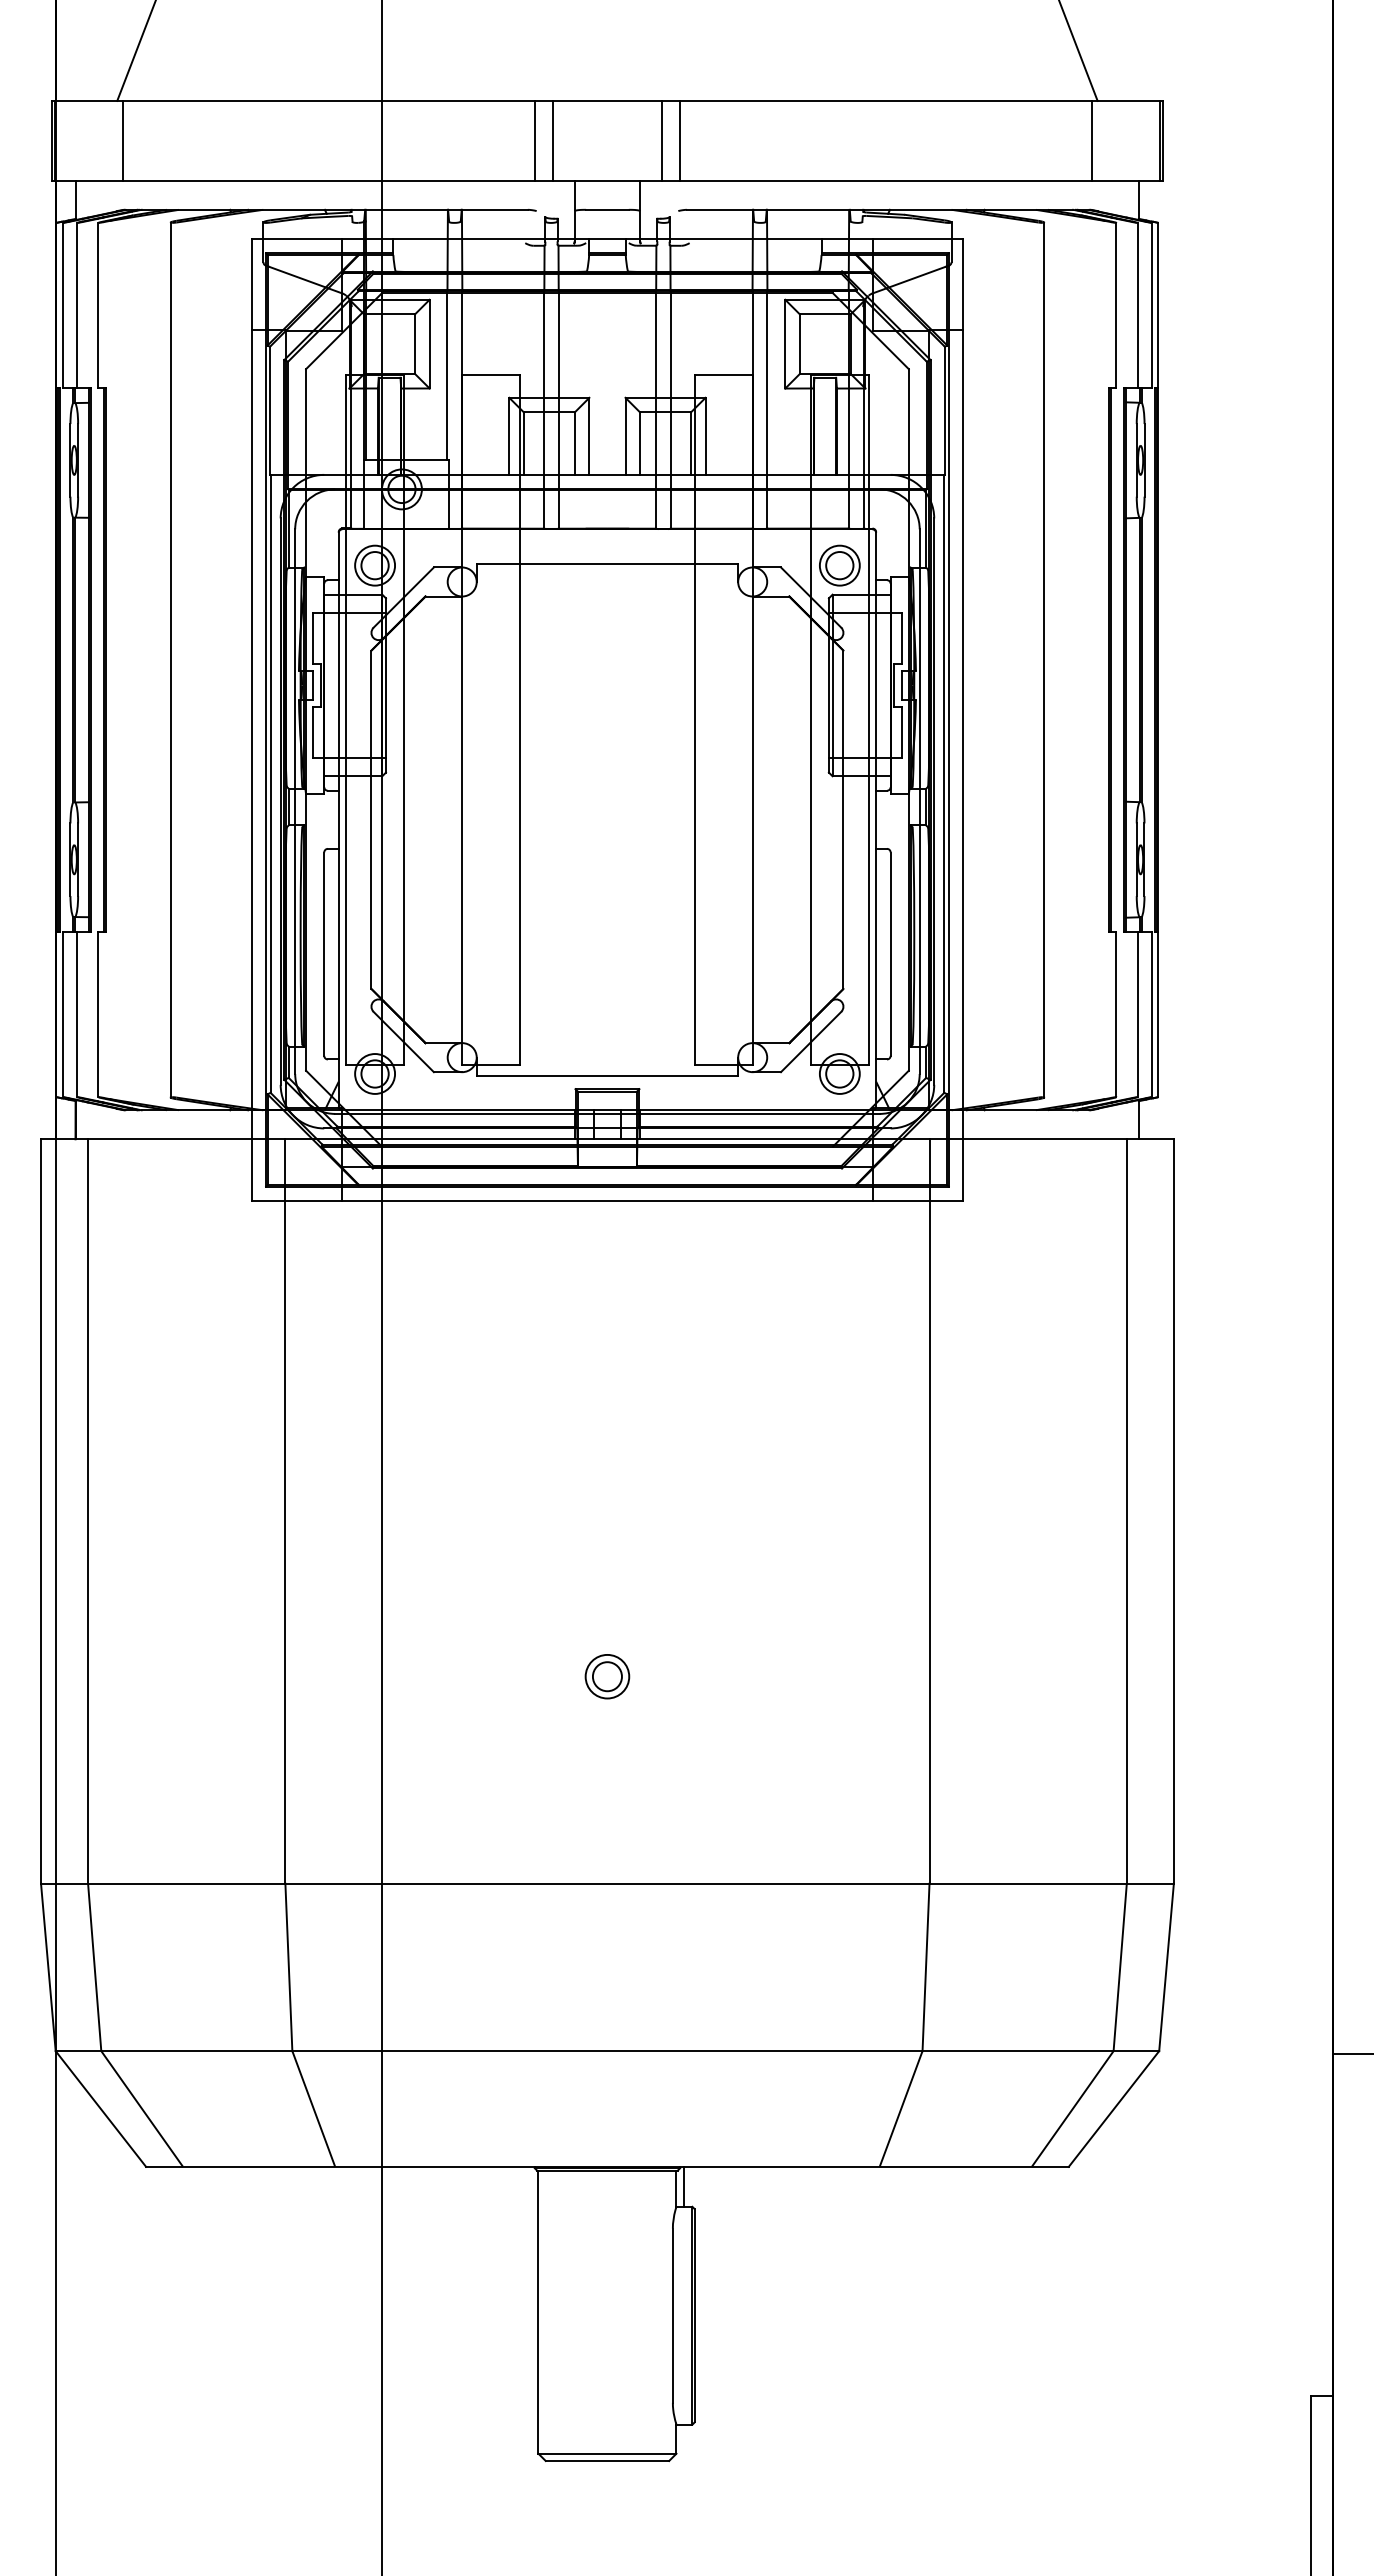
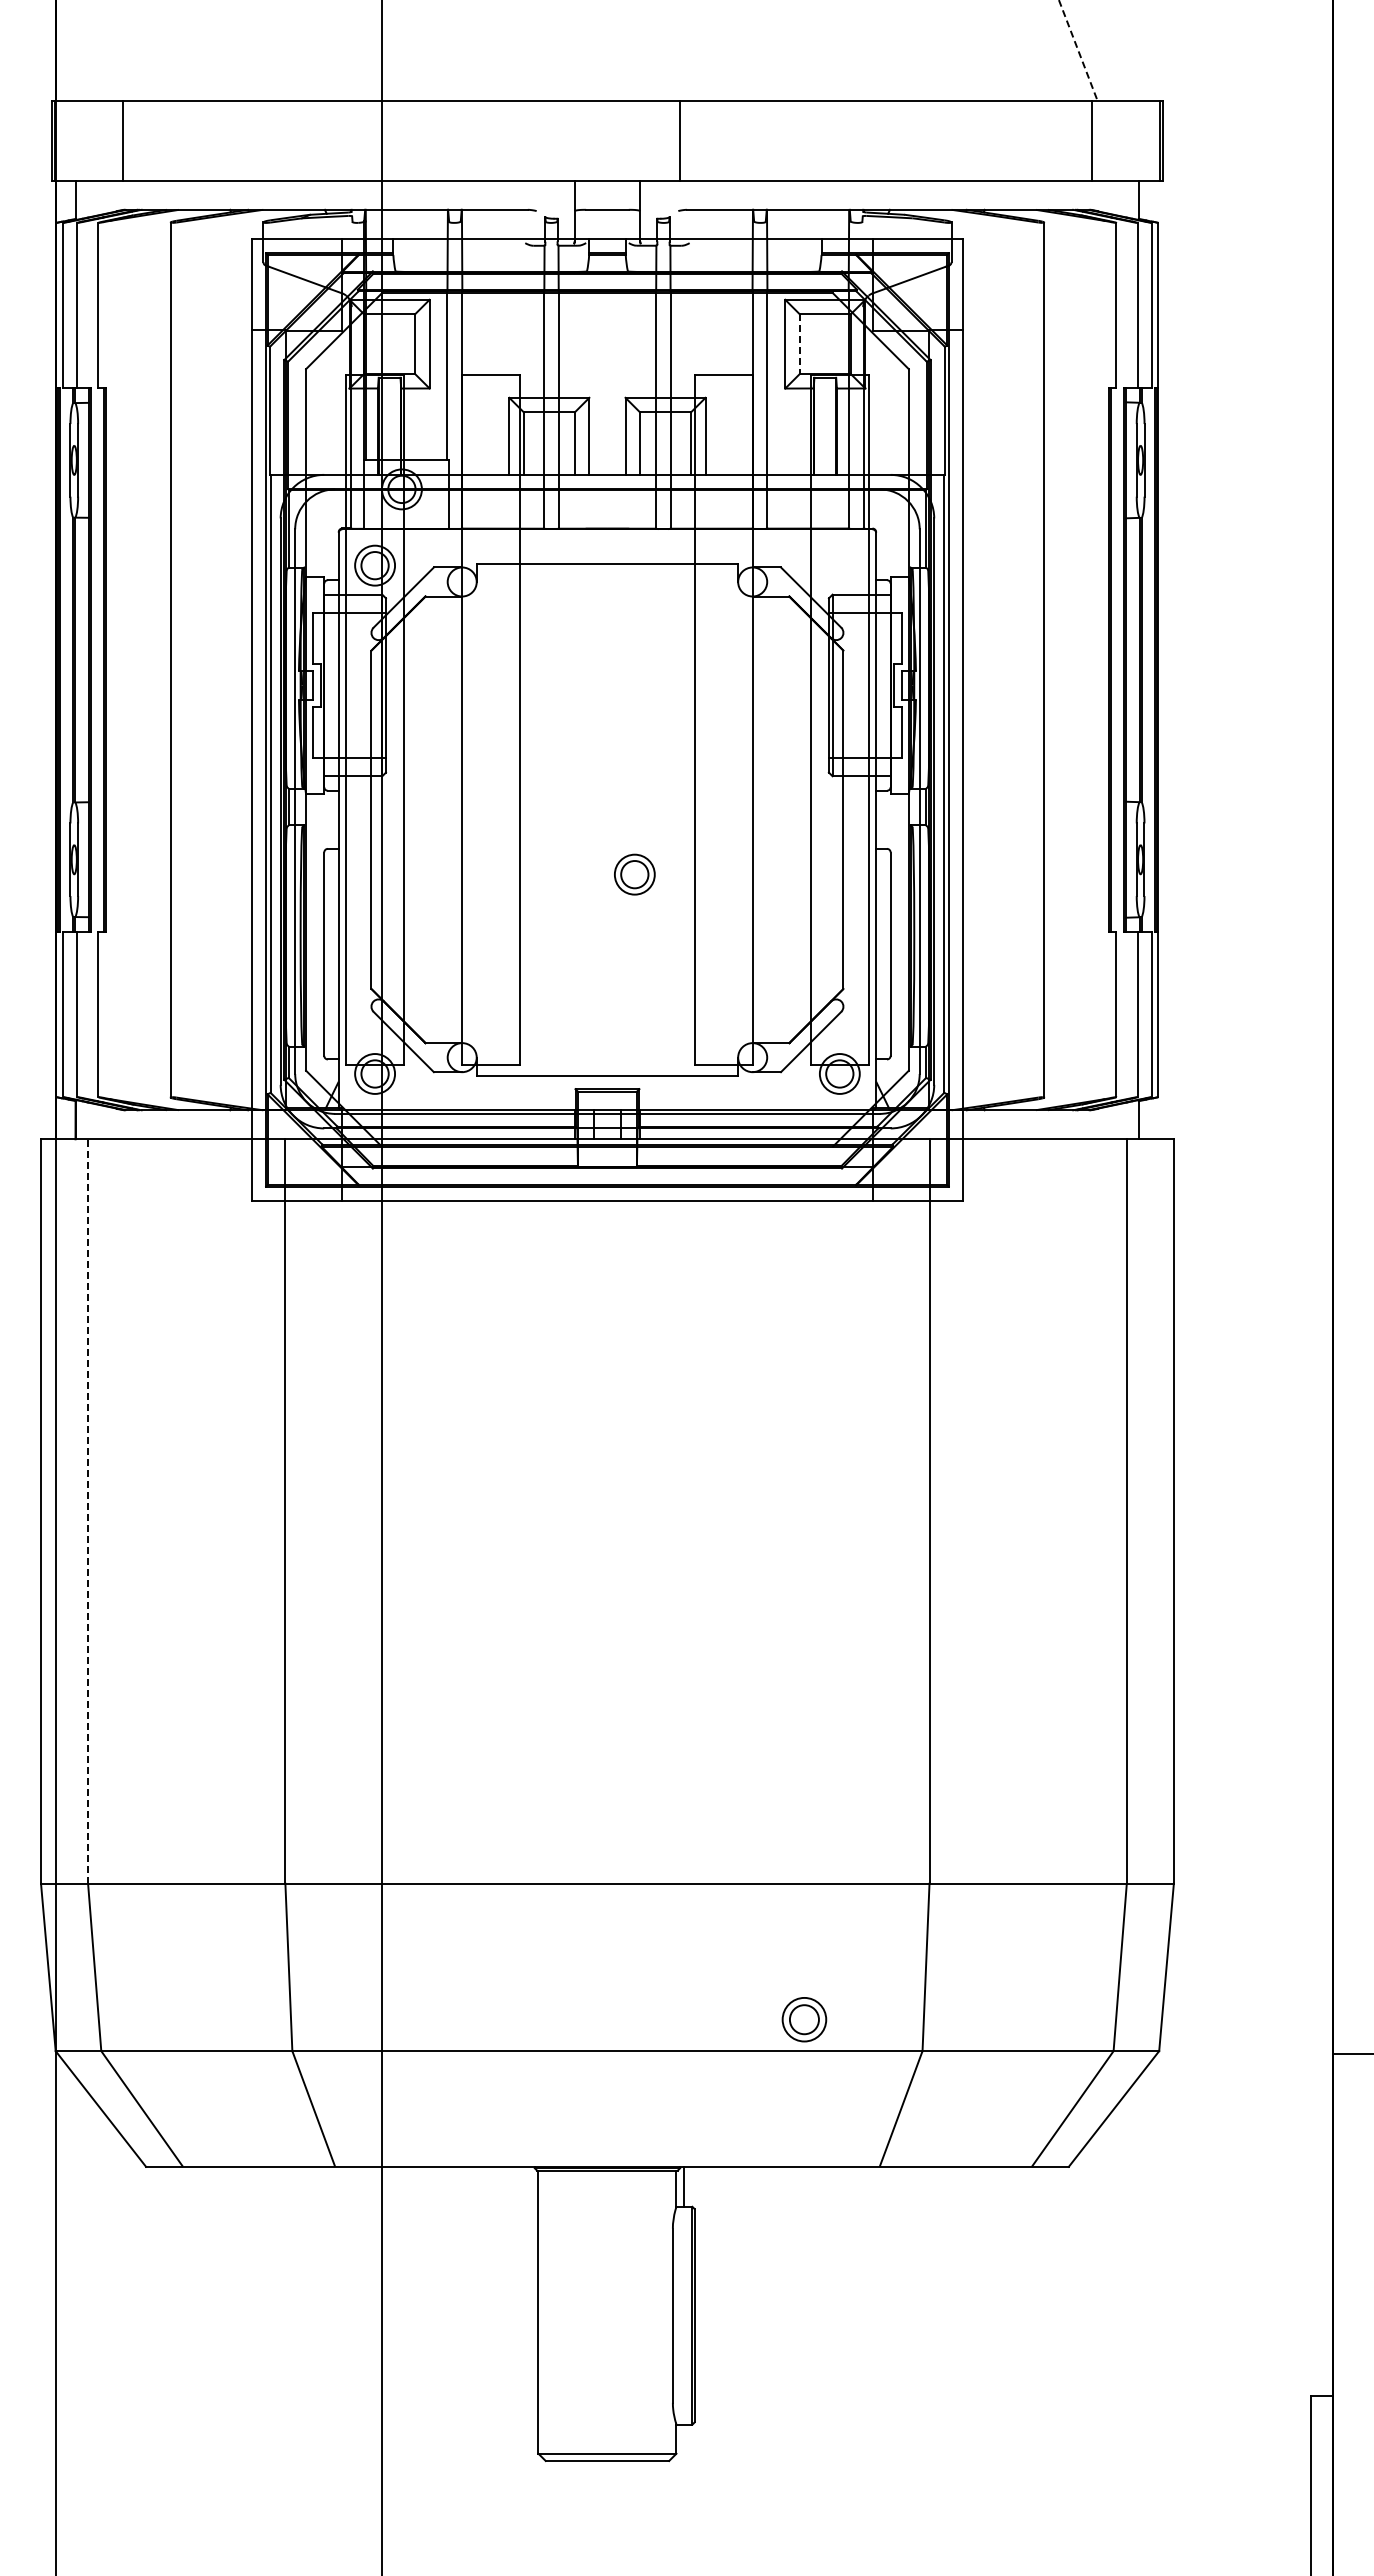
line at (1078, 50): solid -> dashed
line at (136, 51): present -> none
line at (534, 140): present -> none
line at (552, 140): present -> none
line at (661, 140): present -> none
line at (799, 344): solid -> dashed
part at (839, 565) position: (839, 565) -> (634, 874)
line at (88, 1511): solid -> dashed
part at (607, 1676) position: (607, 1676) -> (804, 2019)
